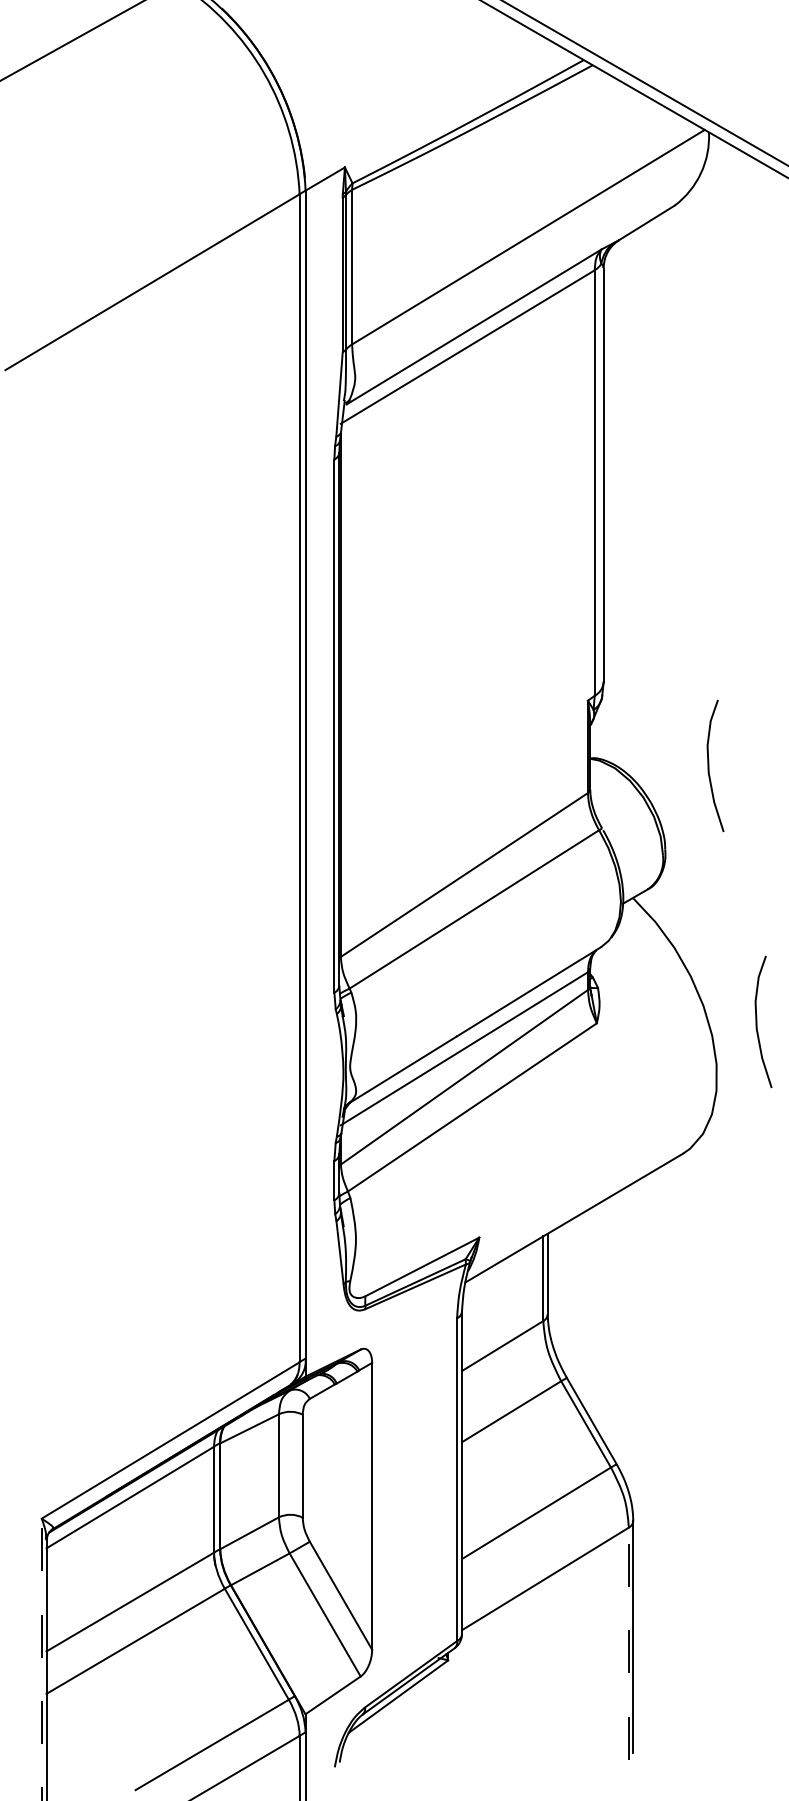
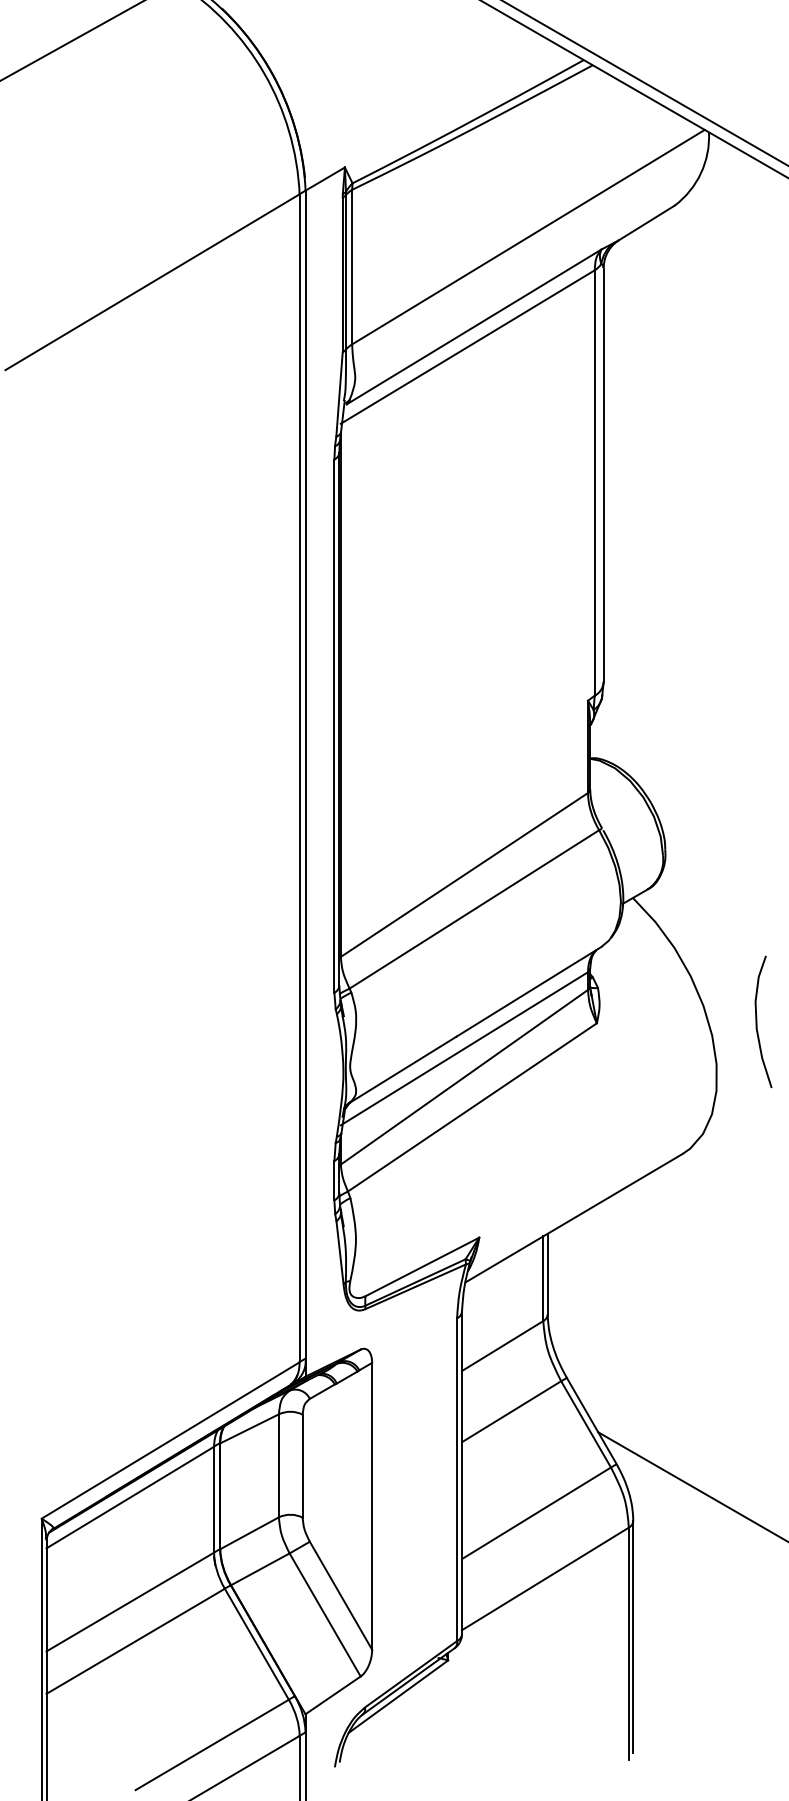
curve at (709, 765): present -> none
line at (691, 1486): none -> present
line at (628, 1643): dashed -> solid
line at (41, 1659): dashed -> solid
